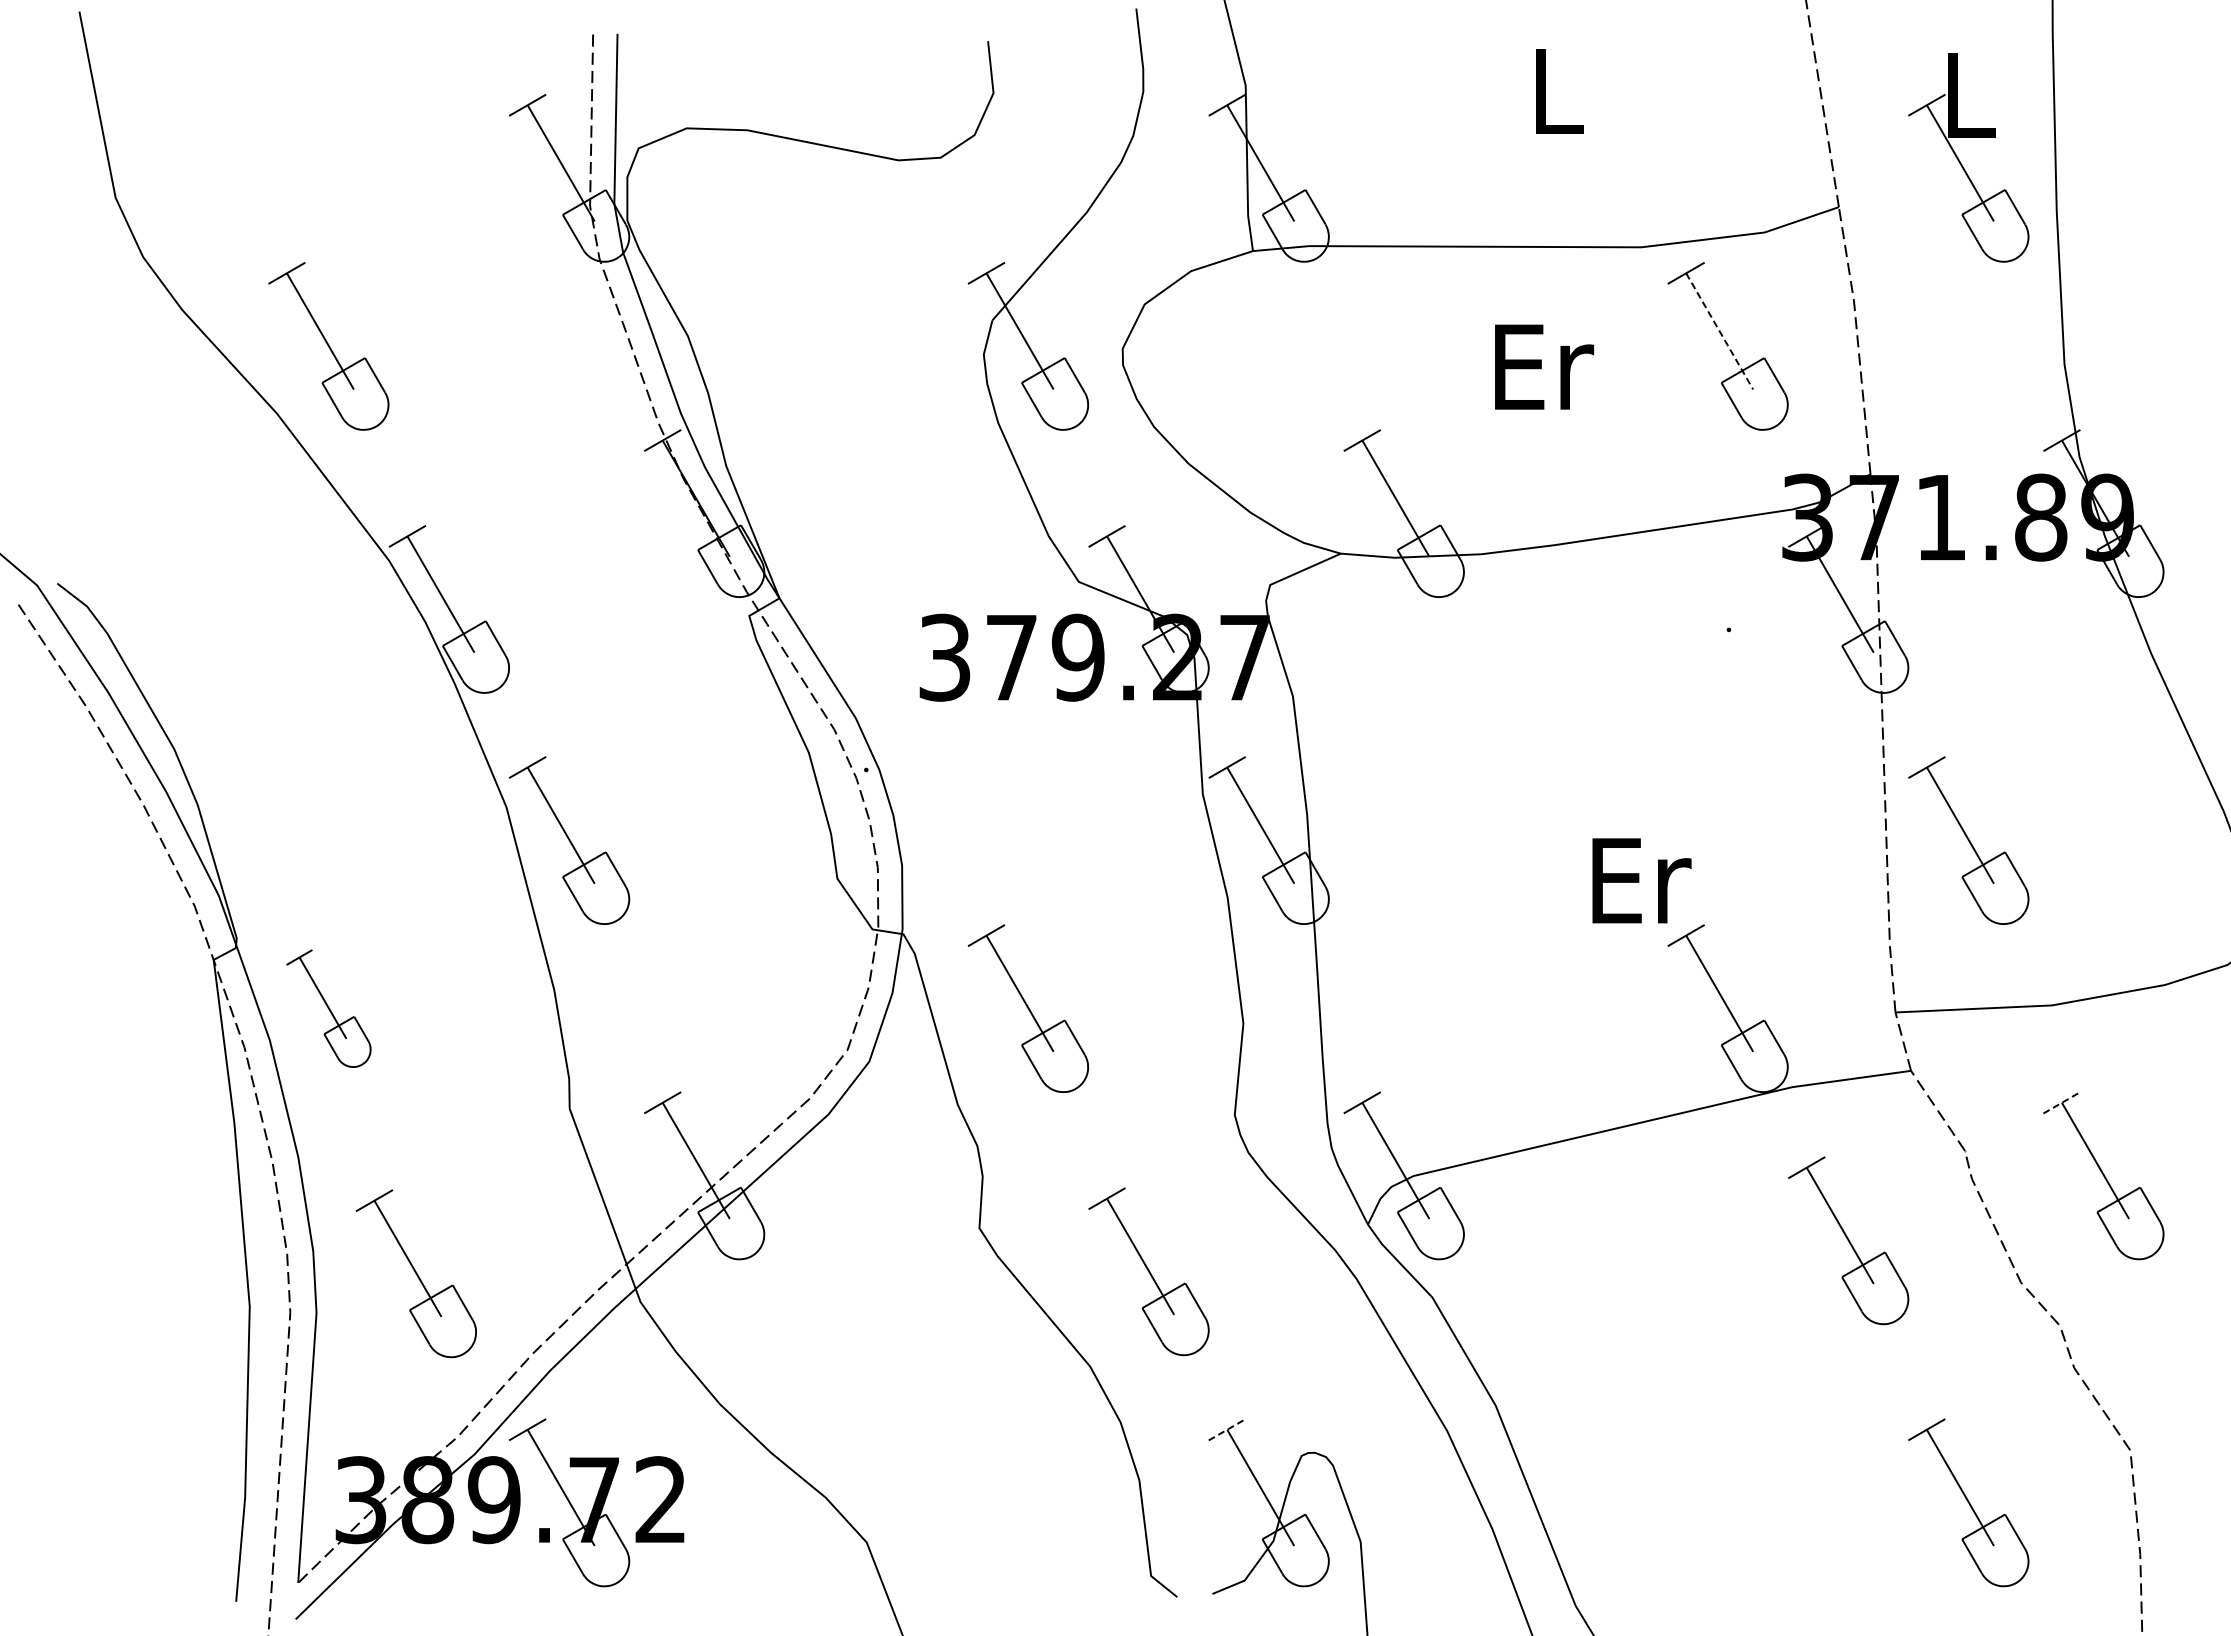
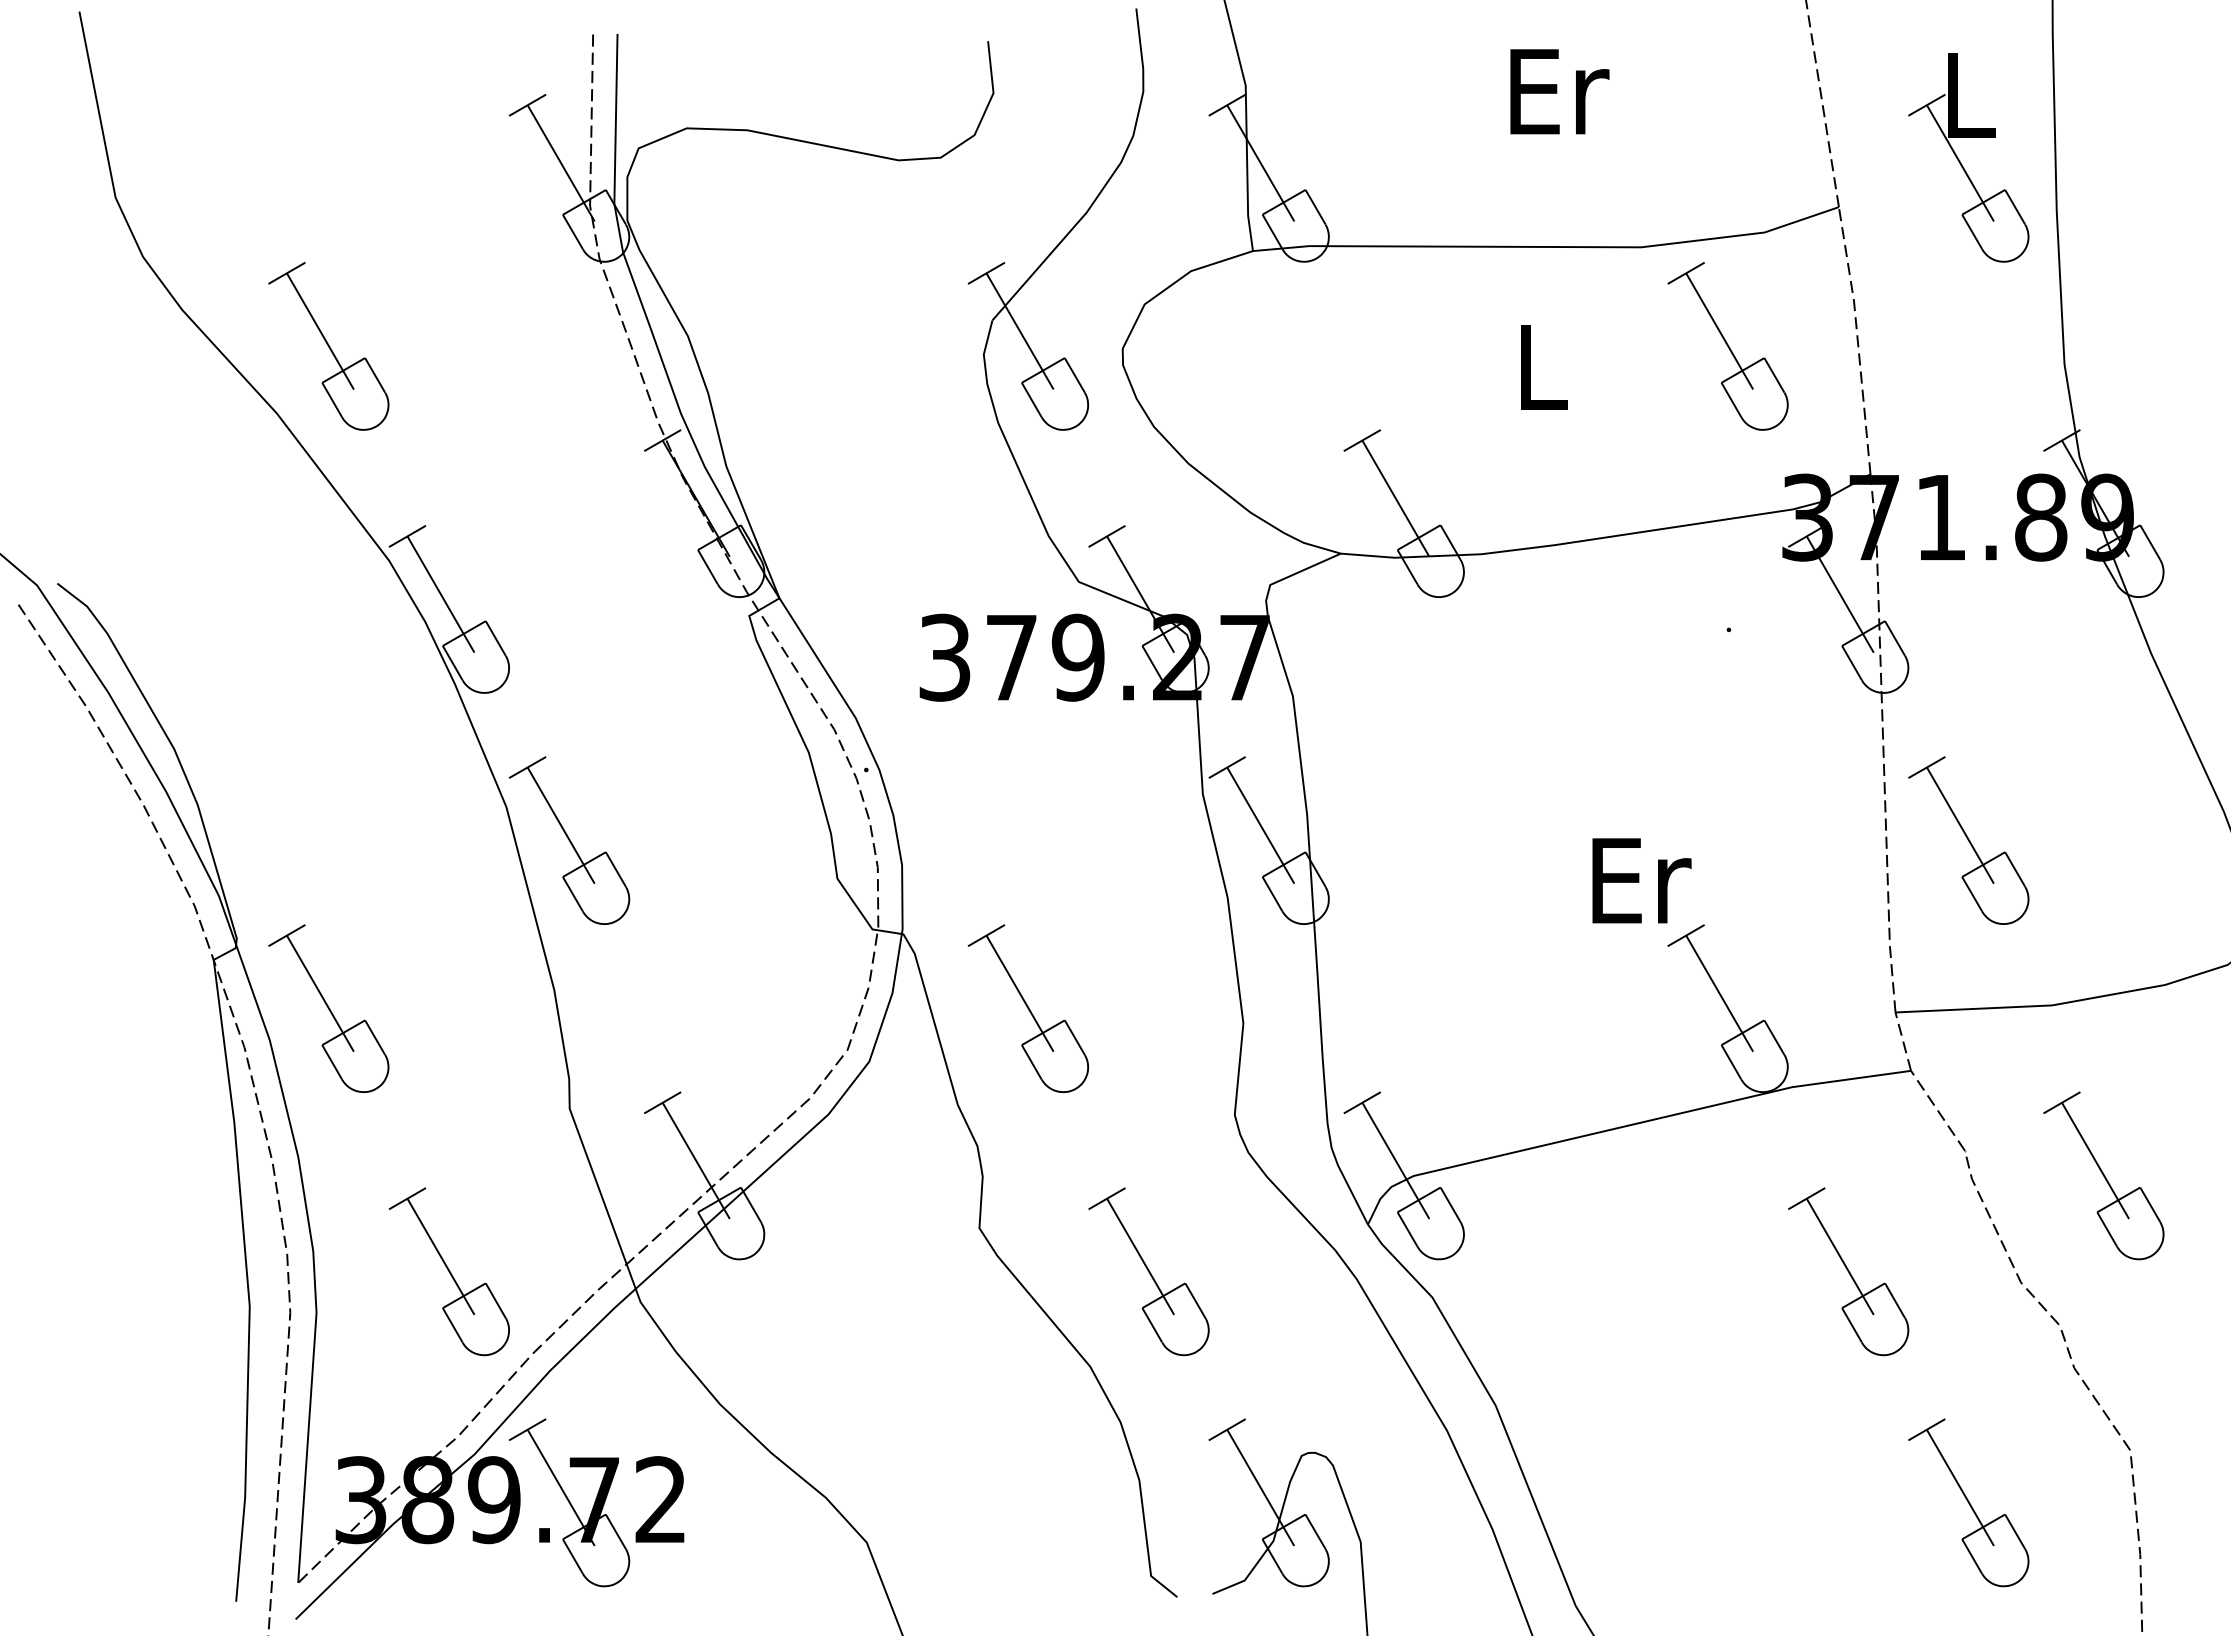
text at (1559, 91): L -> Er
line at (1719, 331): dashed -> solid
text at (1544, 366): Er -> L
part at (328, 1008) size: 86x119 px -> 122x169 px
line at (2062, 1102): dashed -> solid
part at (1848, 1240) position: (1848, 1240) -> (1848, 1271)
part at (415, 1273) position: (415, 1273) -> (448, 1271)
line at (1227, 1429): dashed -> solid
